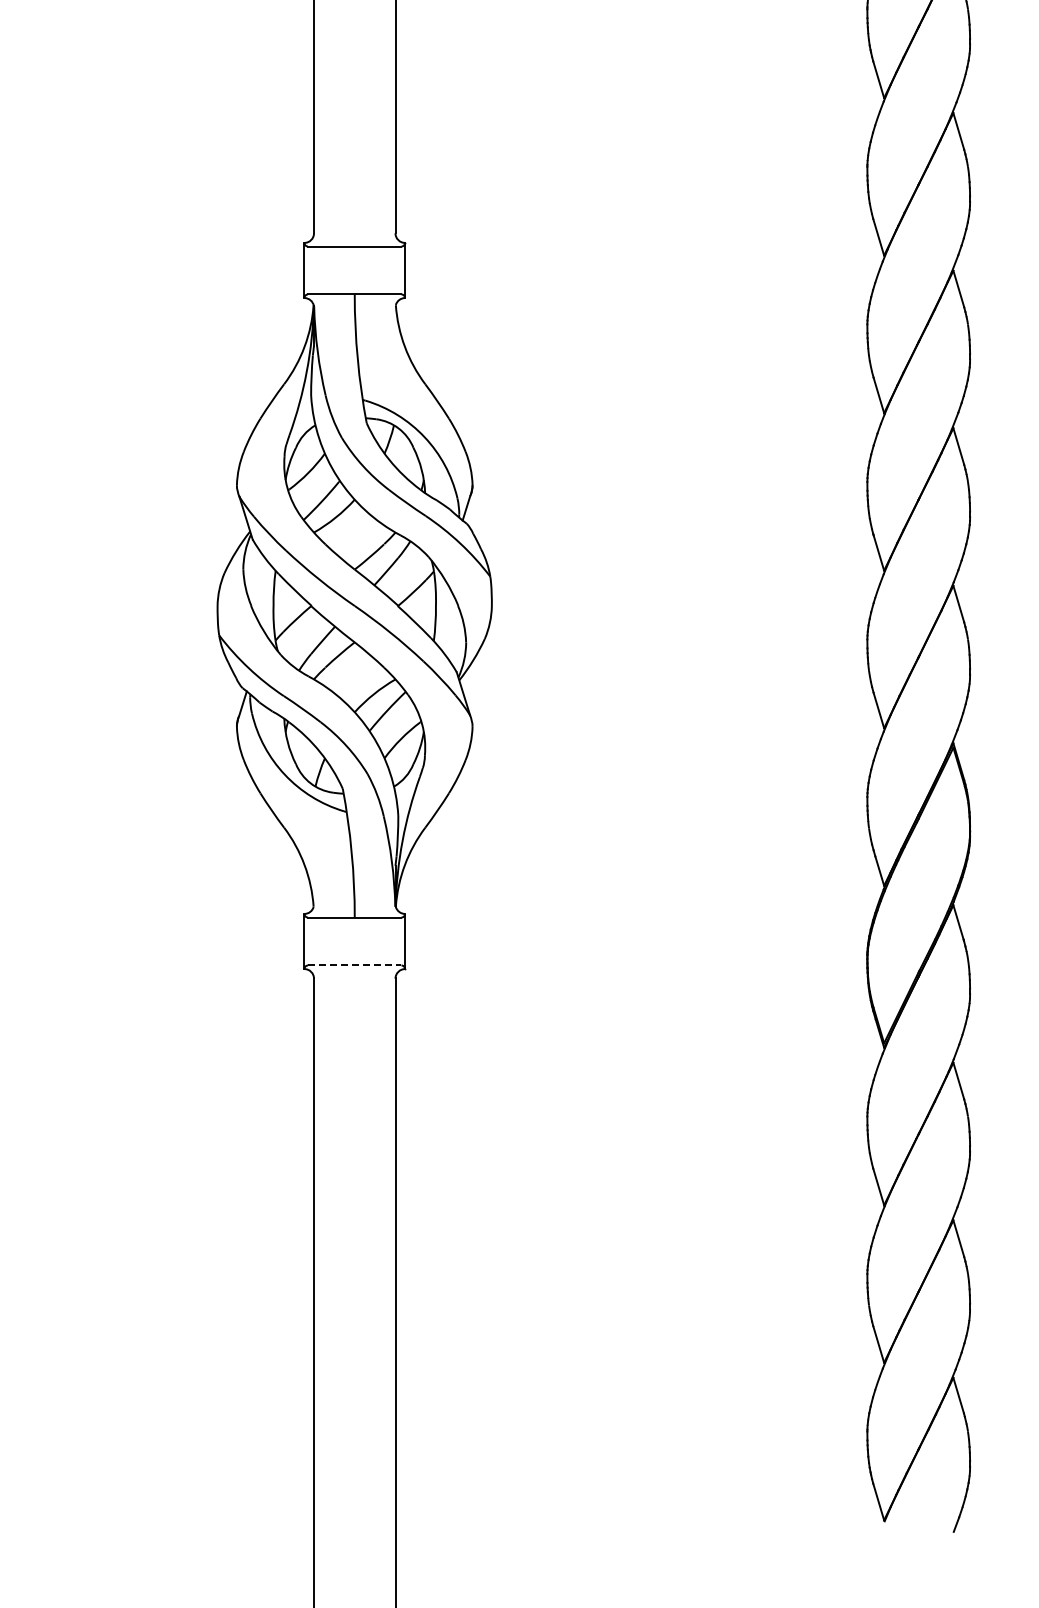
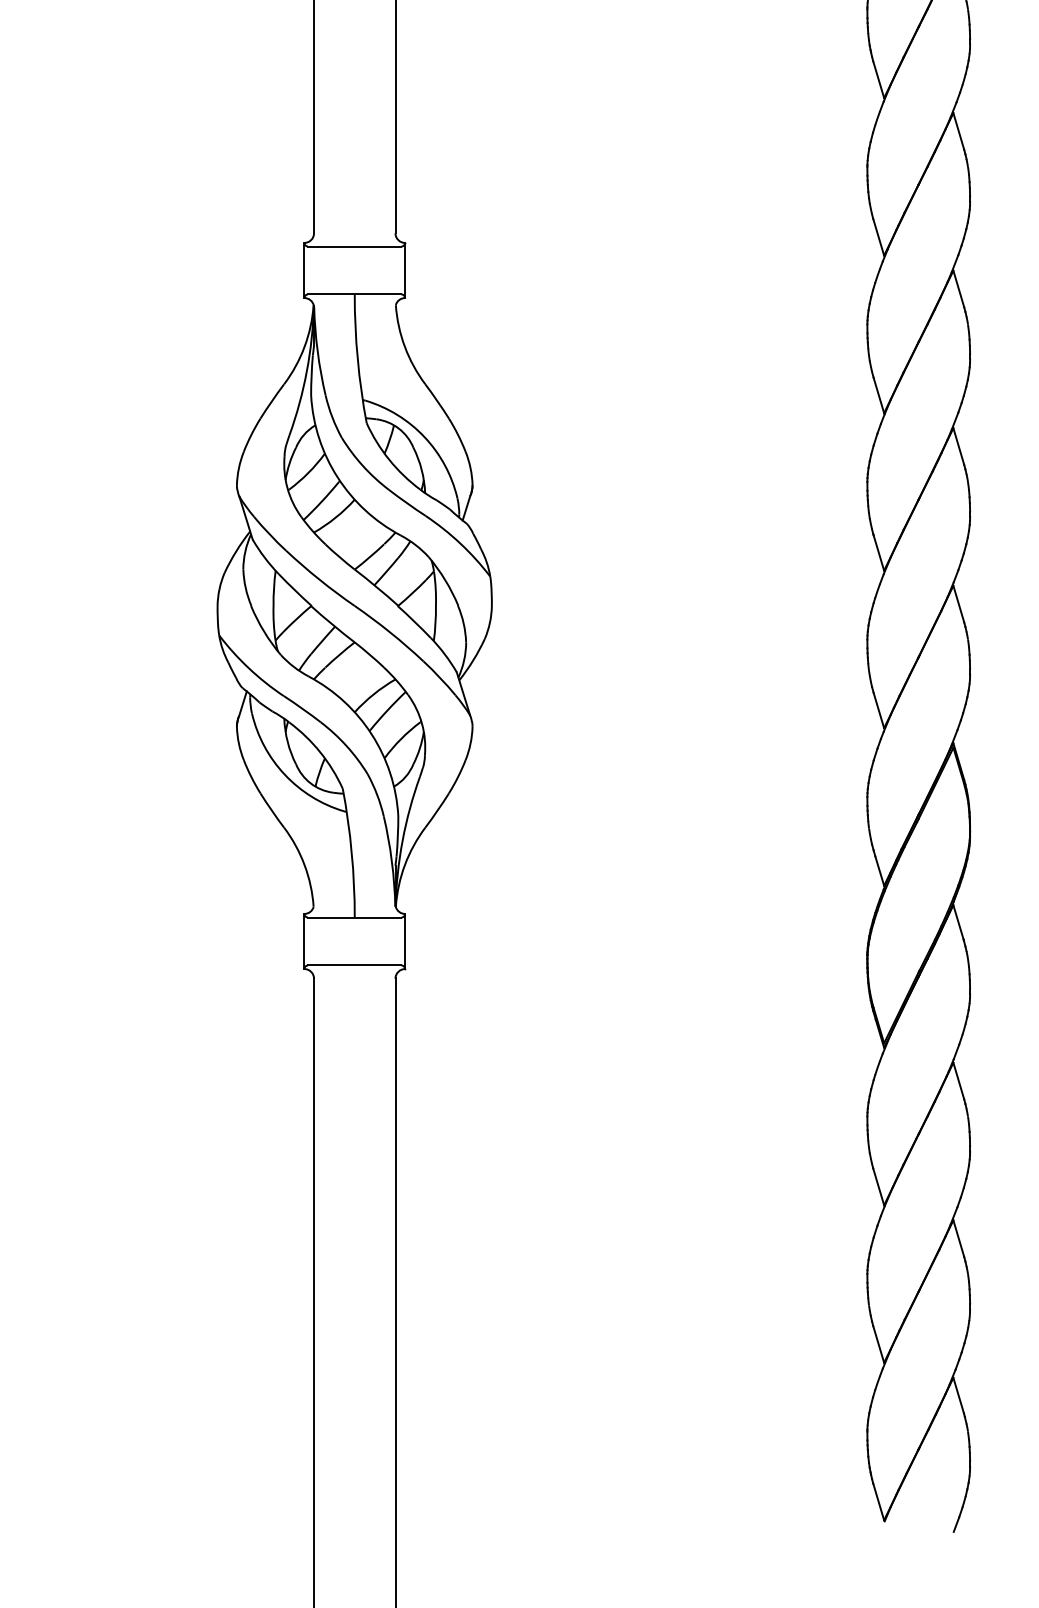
line at (354, 965): dashed -> solid
